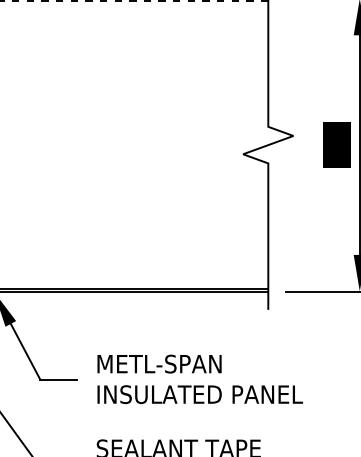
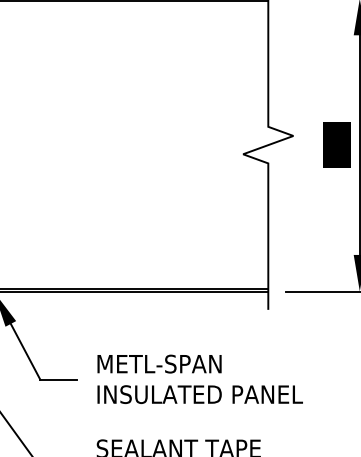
line at (134, 0): dashed -> solid
